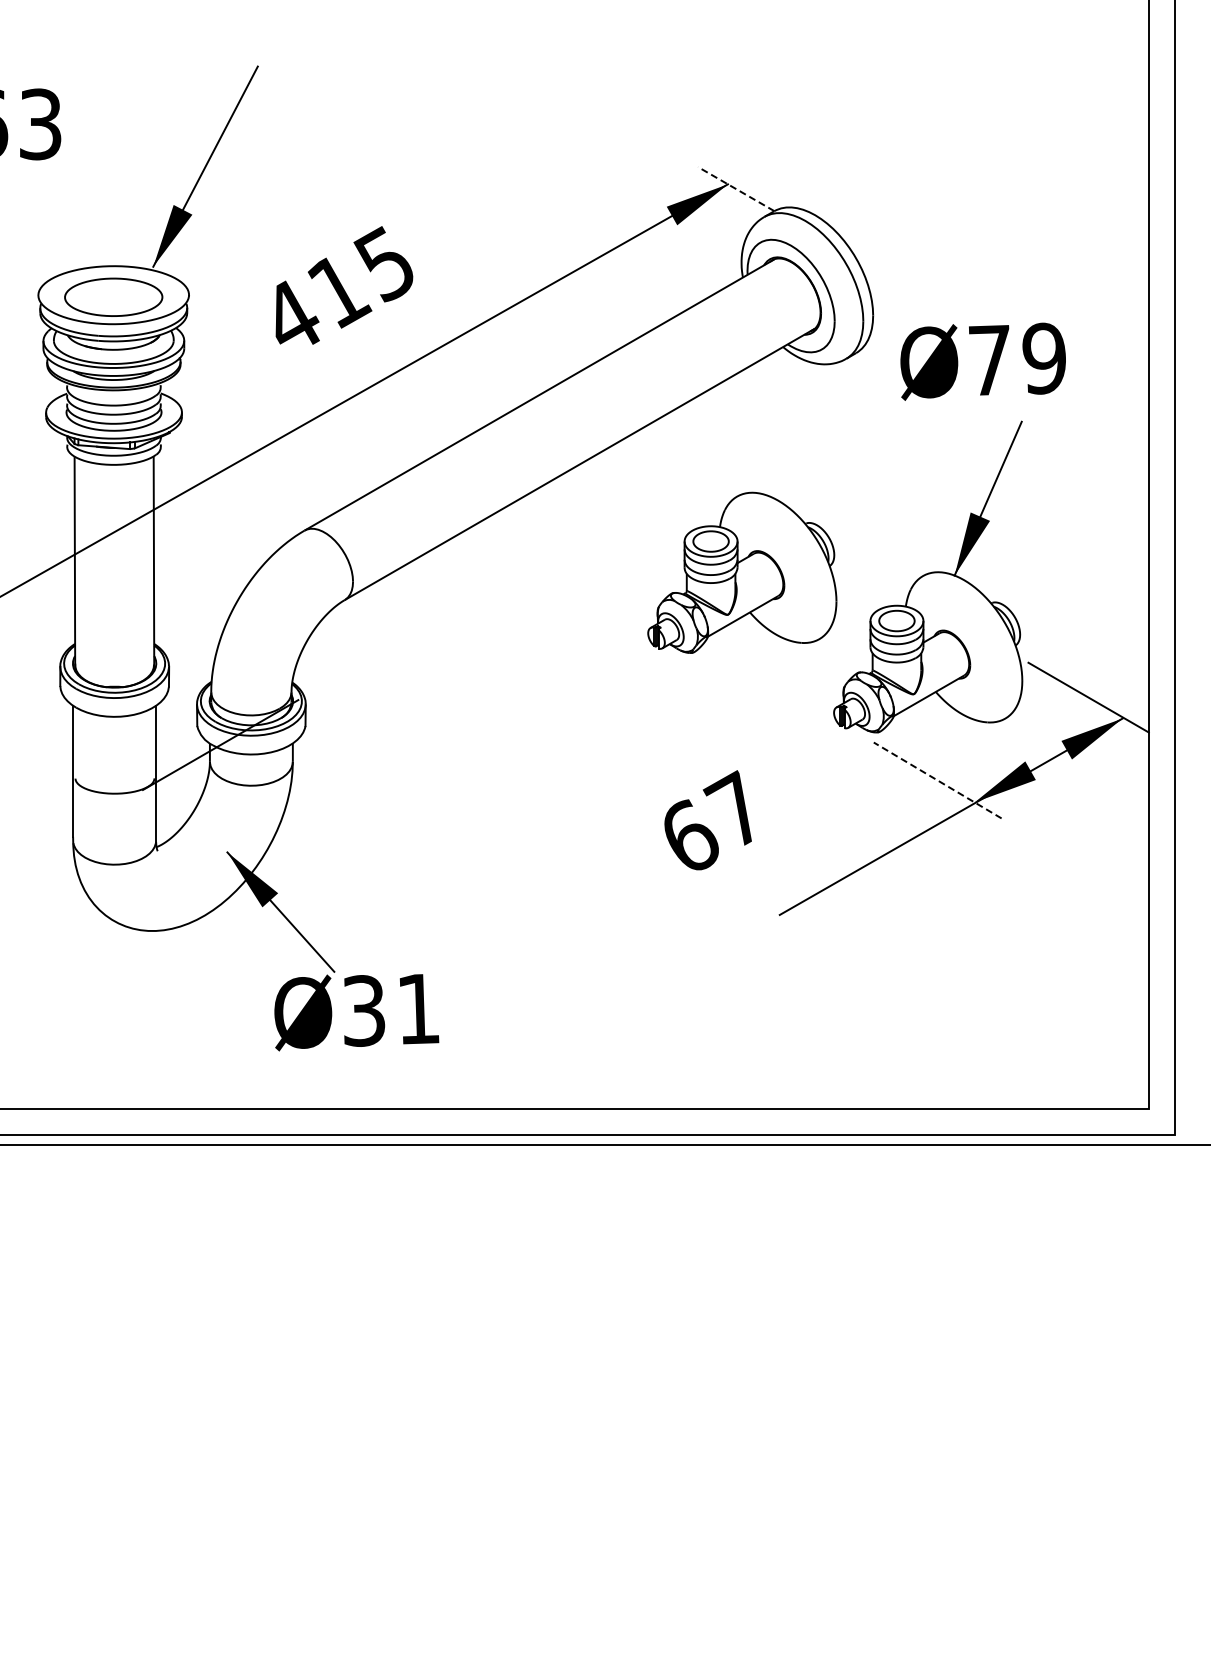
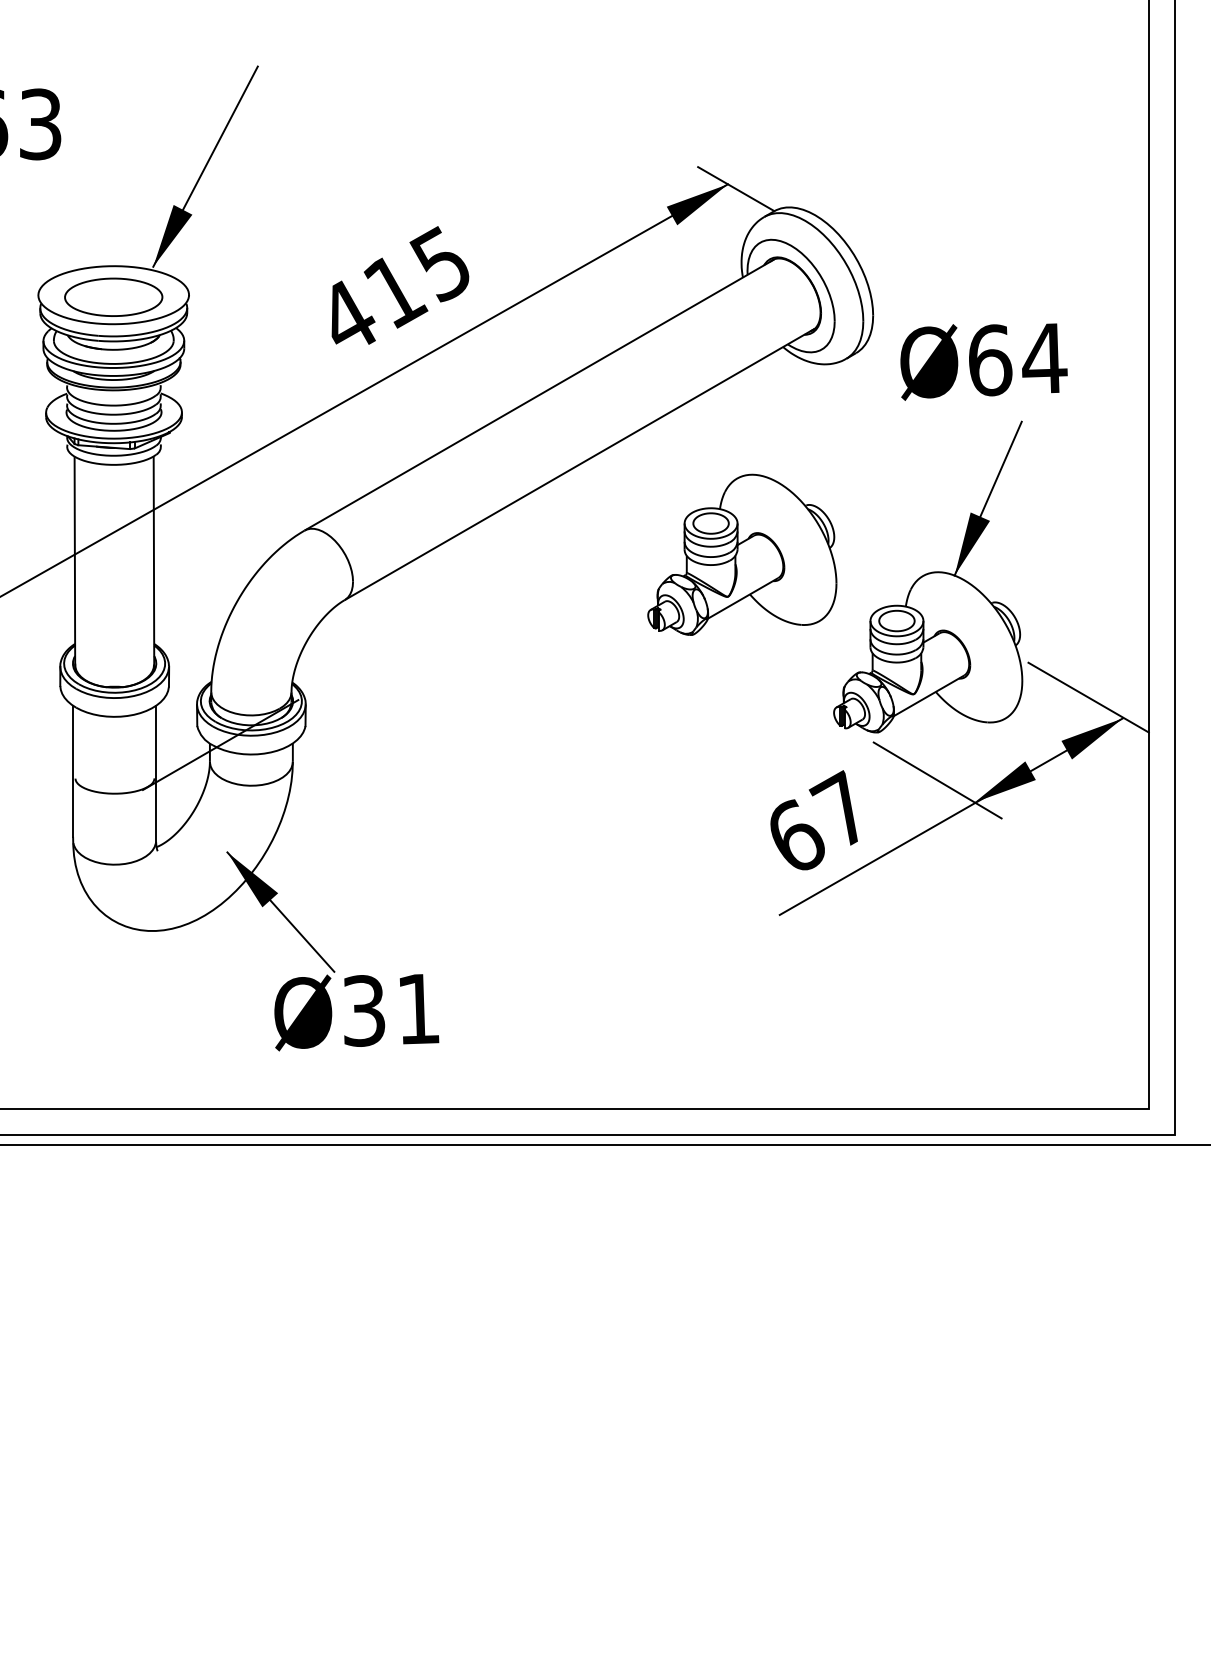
line at (735, 188): dashed -> solid
text at (344, 285) position: (344, 285) -> (400, 285)
text at (1018, 359): Ø79 -> Ø64
part at (742, 572) position: (742, 572) -> (742, 554)
line at (937, 780): dashed -> solid
text at (707, 820) position: (707, 820) -> (813, 820)
